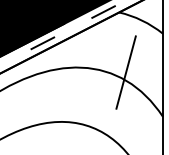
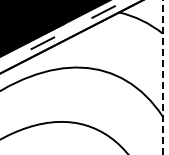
line at (125, 72): present -> none
line at (162, 76): solid -> dashed
